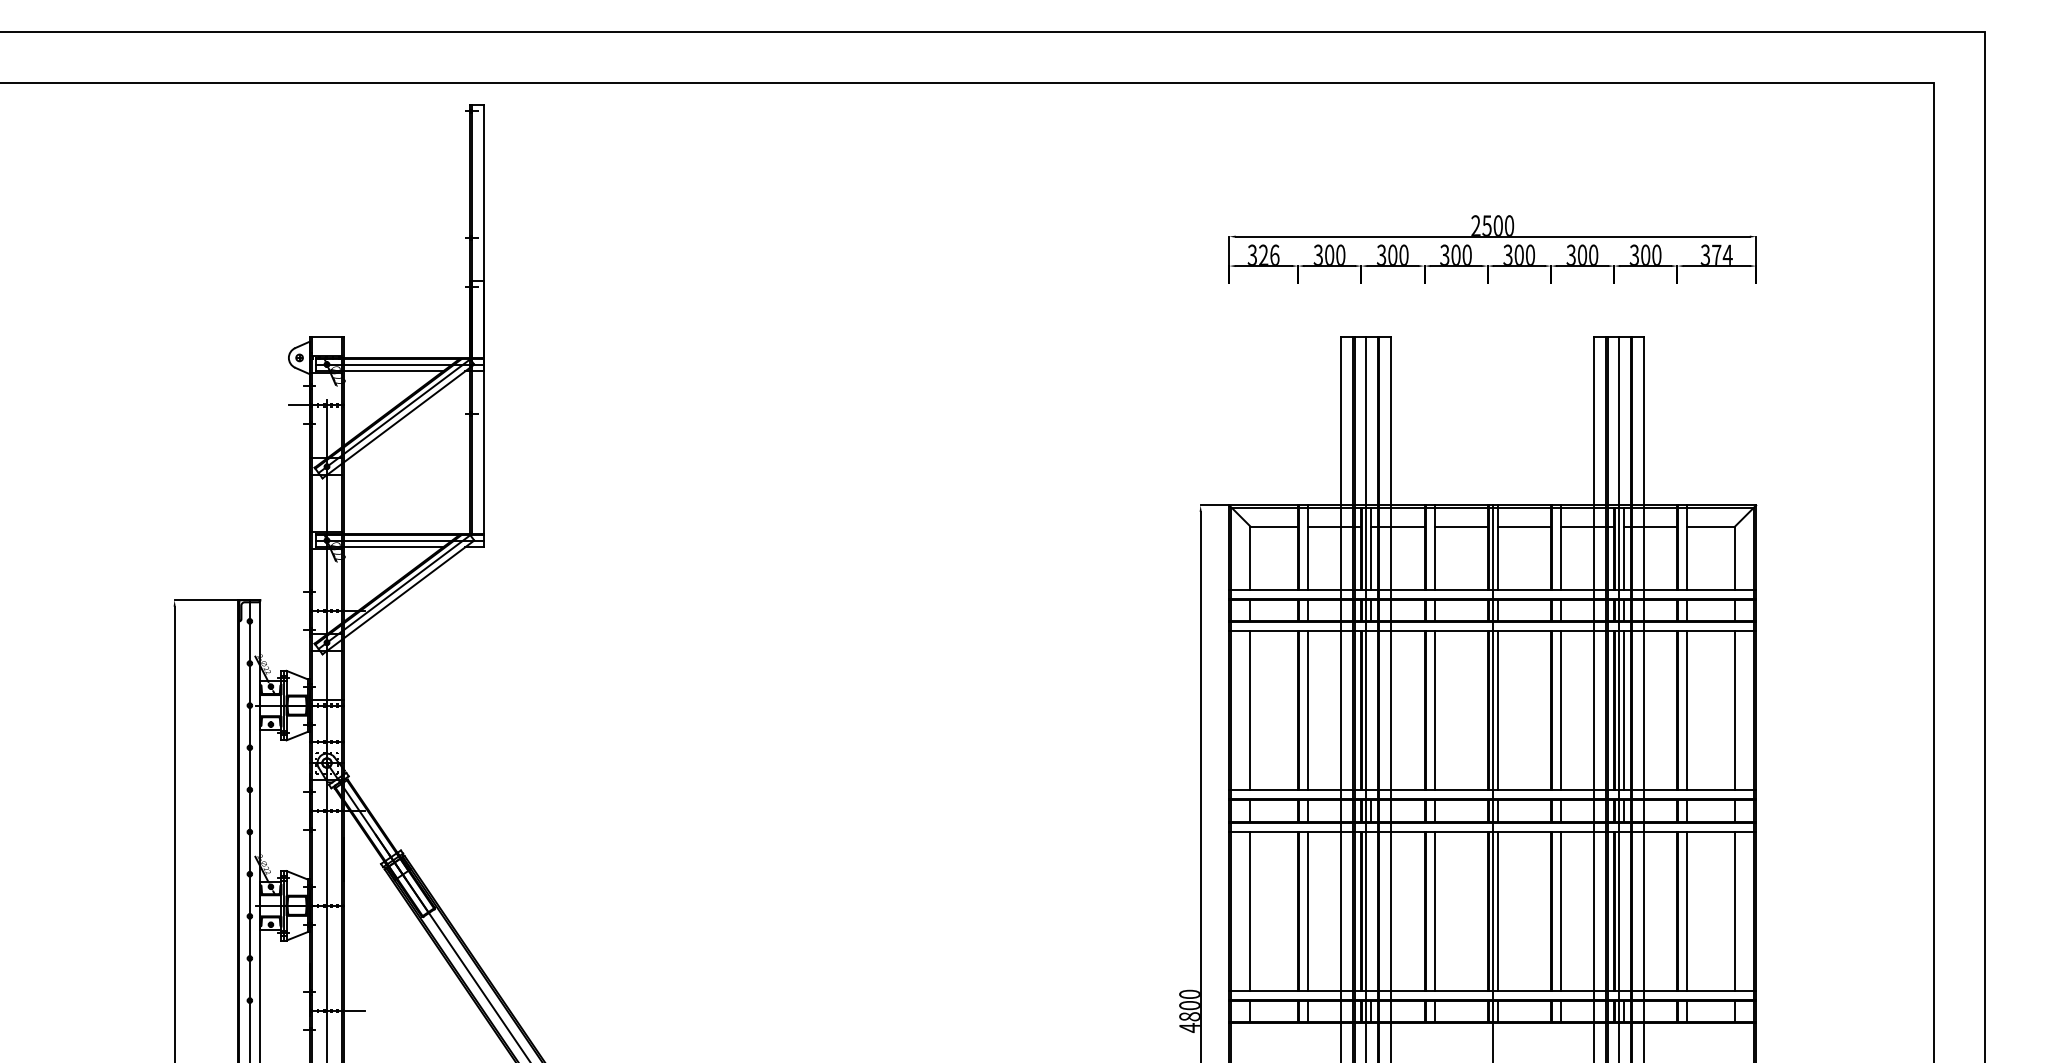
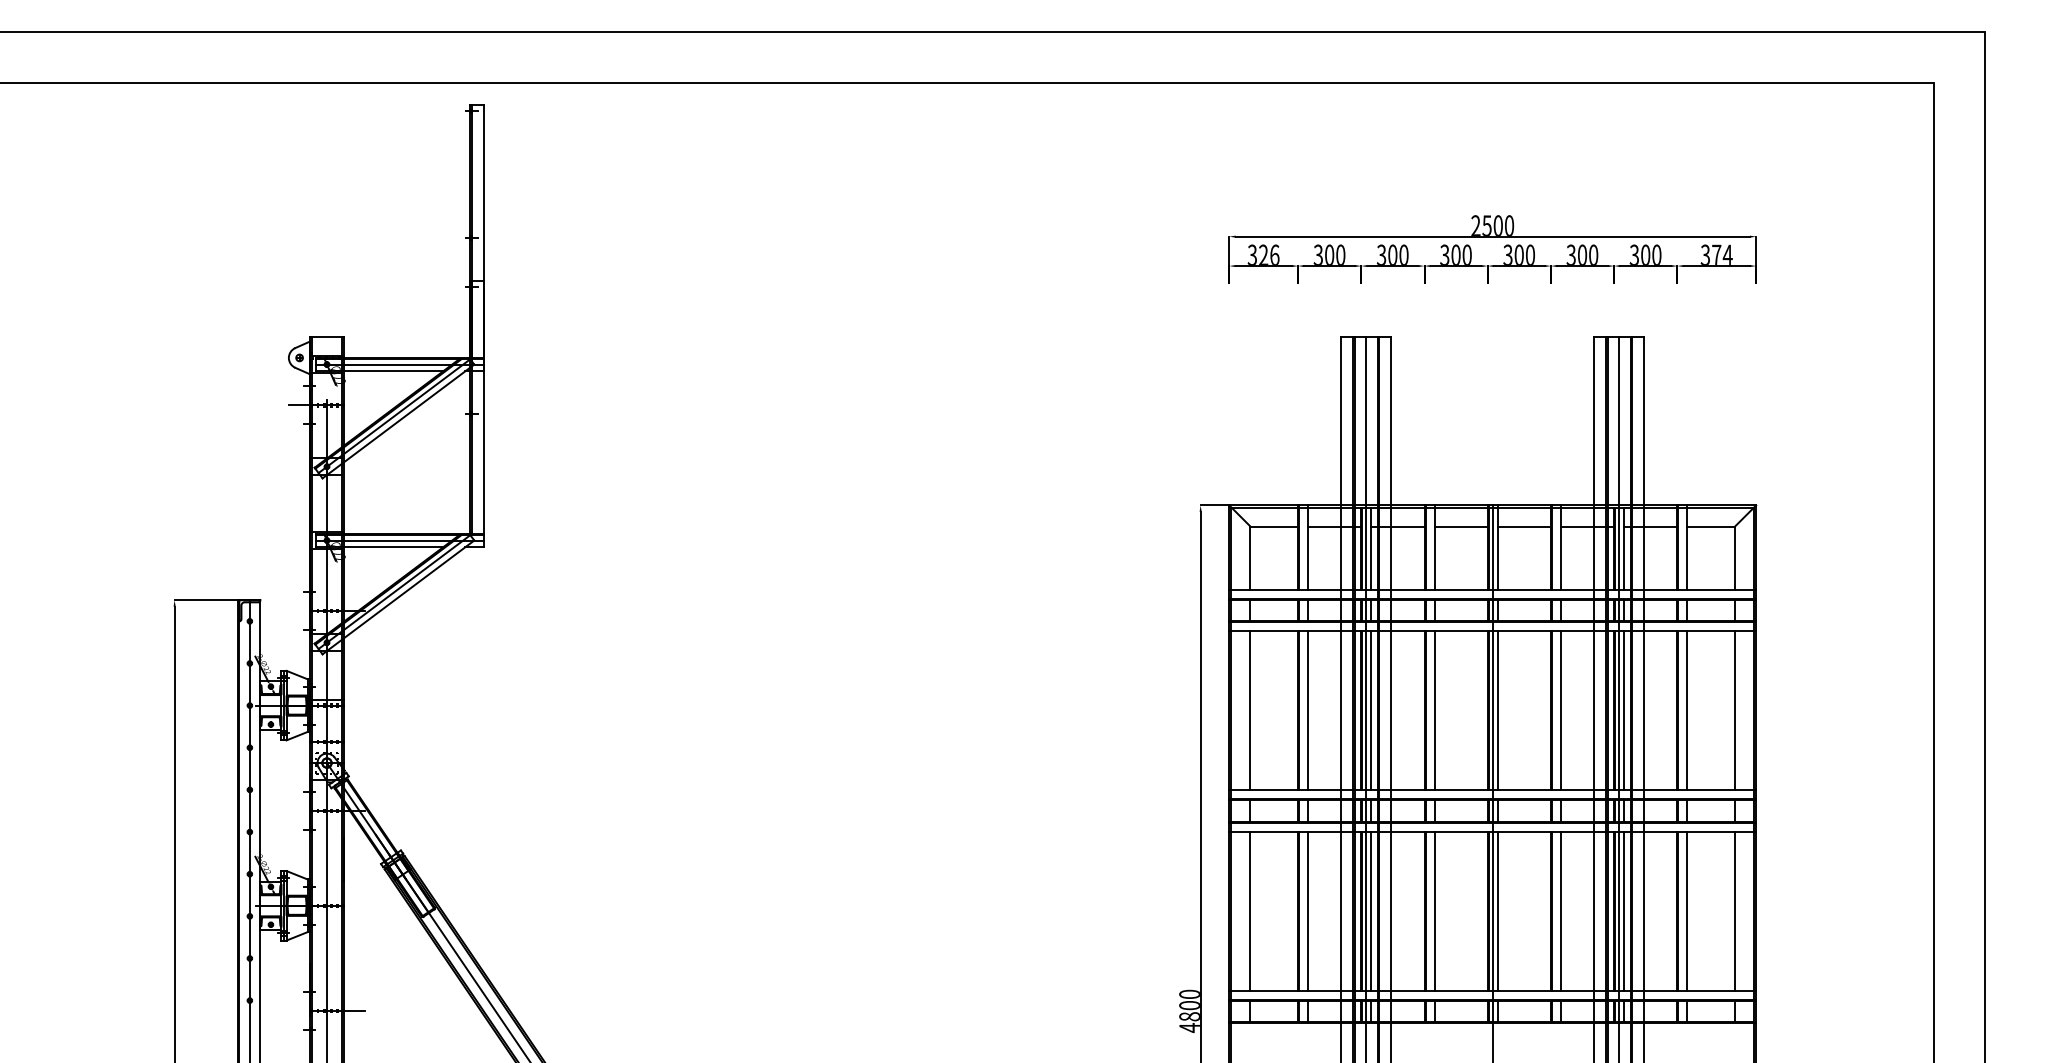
line at (1371, 710): none -> present
line at (1371, 910): none -> present
line at (1624, 910): none -> present
